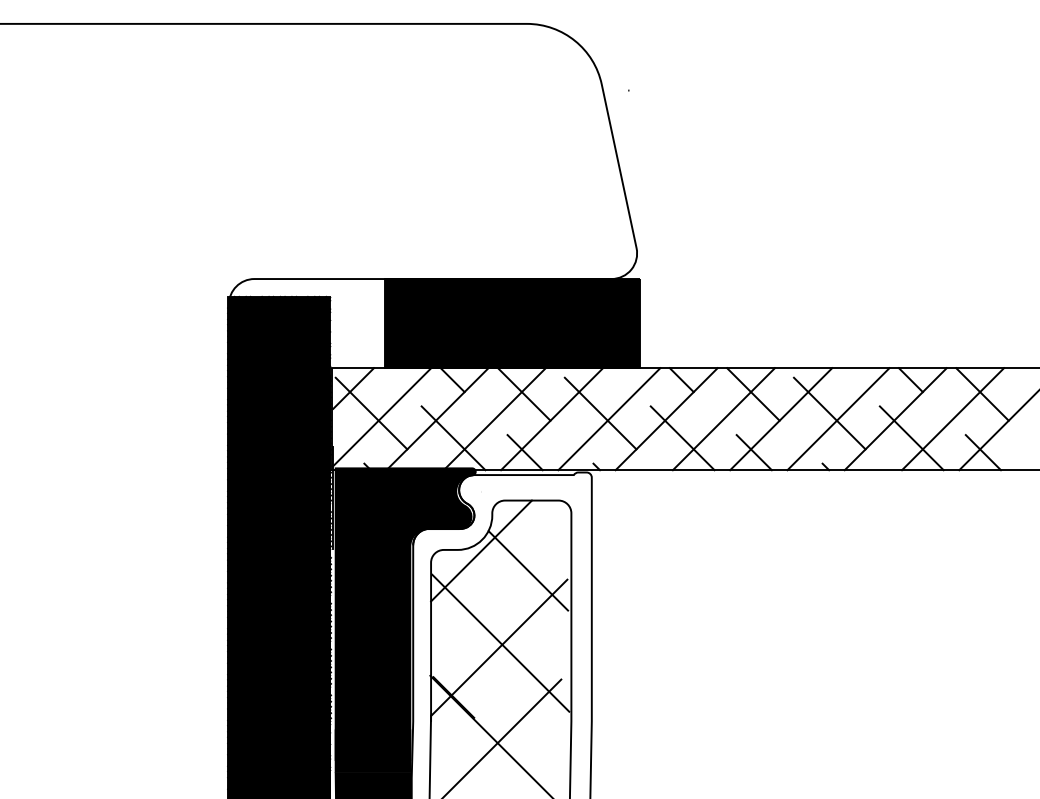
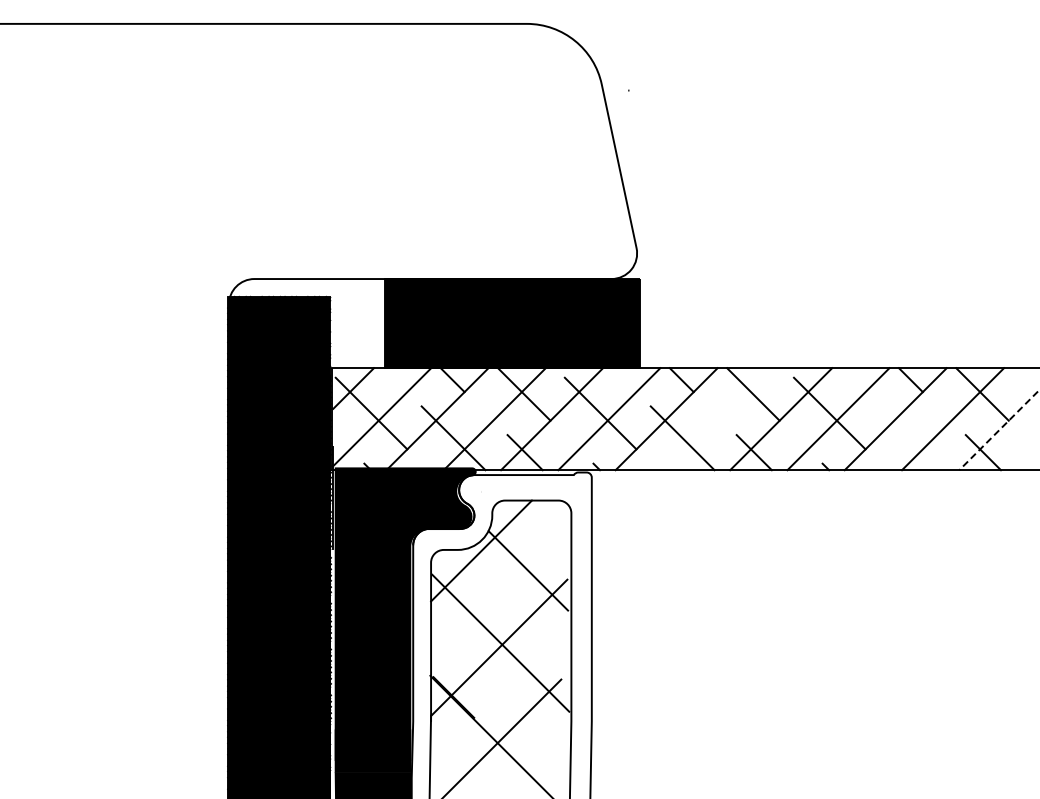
line at (723, 419): present -> none
line at (999, 430): solid -> dashed
line at (911, 438): present -> none
